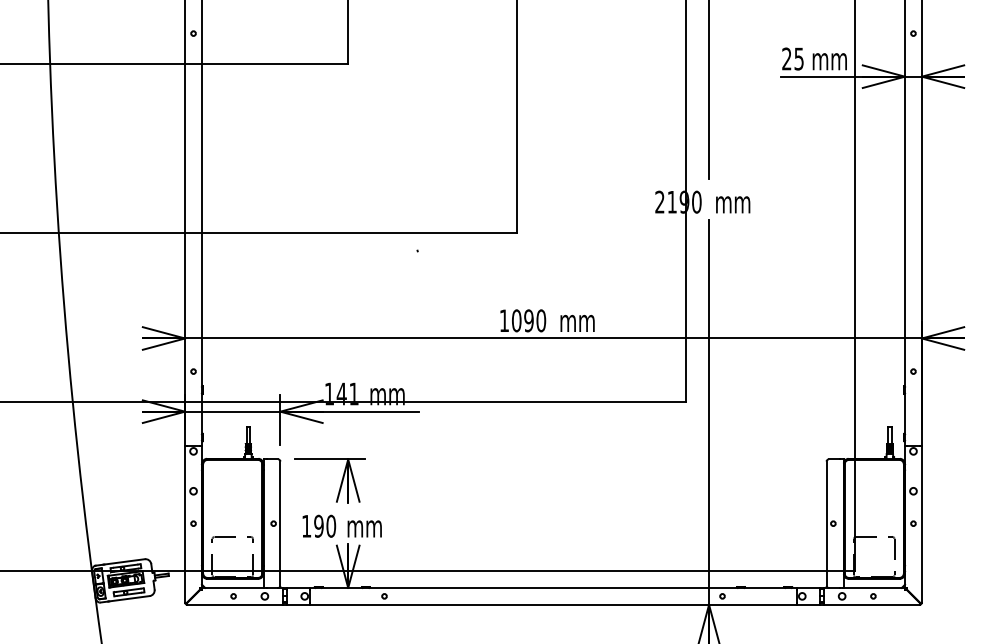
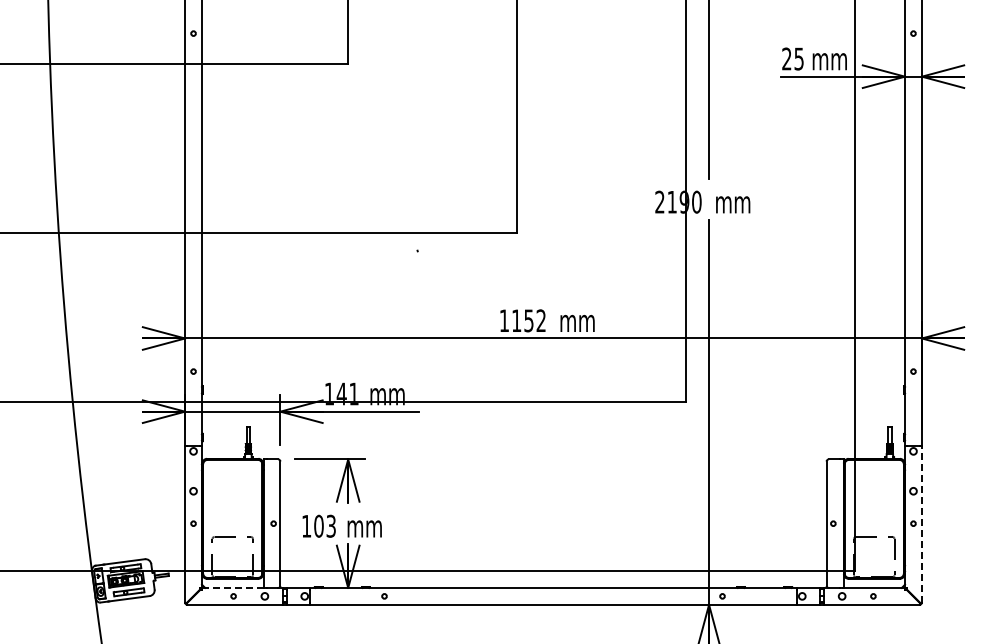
text at (529, 320): 1090 -> 1152
line at (921, 523): solid -> dashed
text at (325, 525): 190 -> 103
line at (233, 587): solid -> dashed
